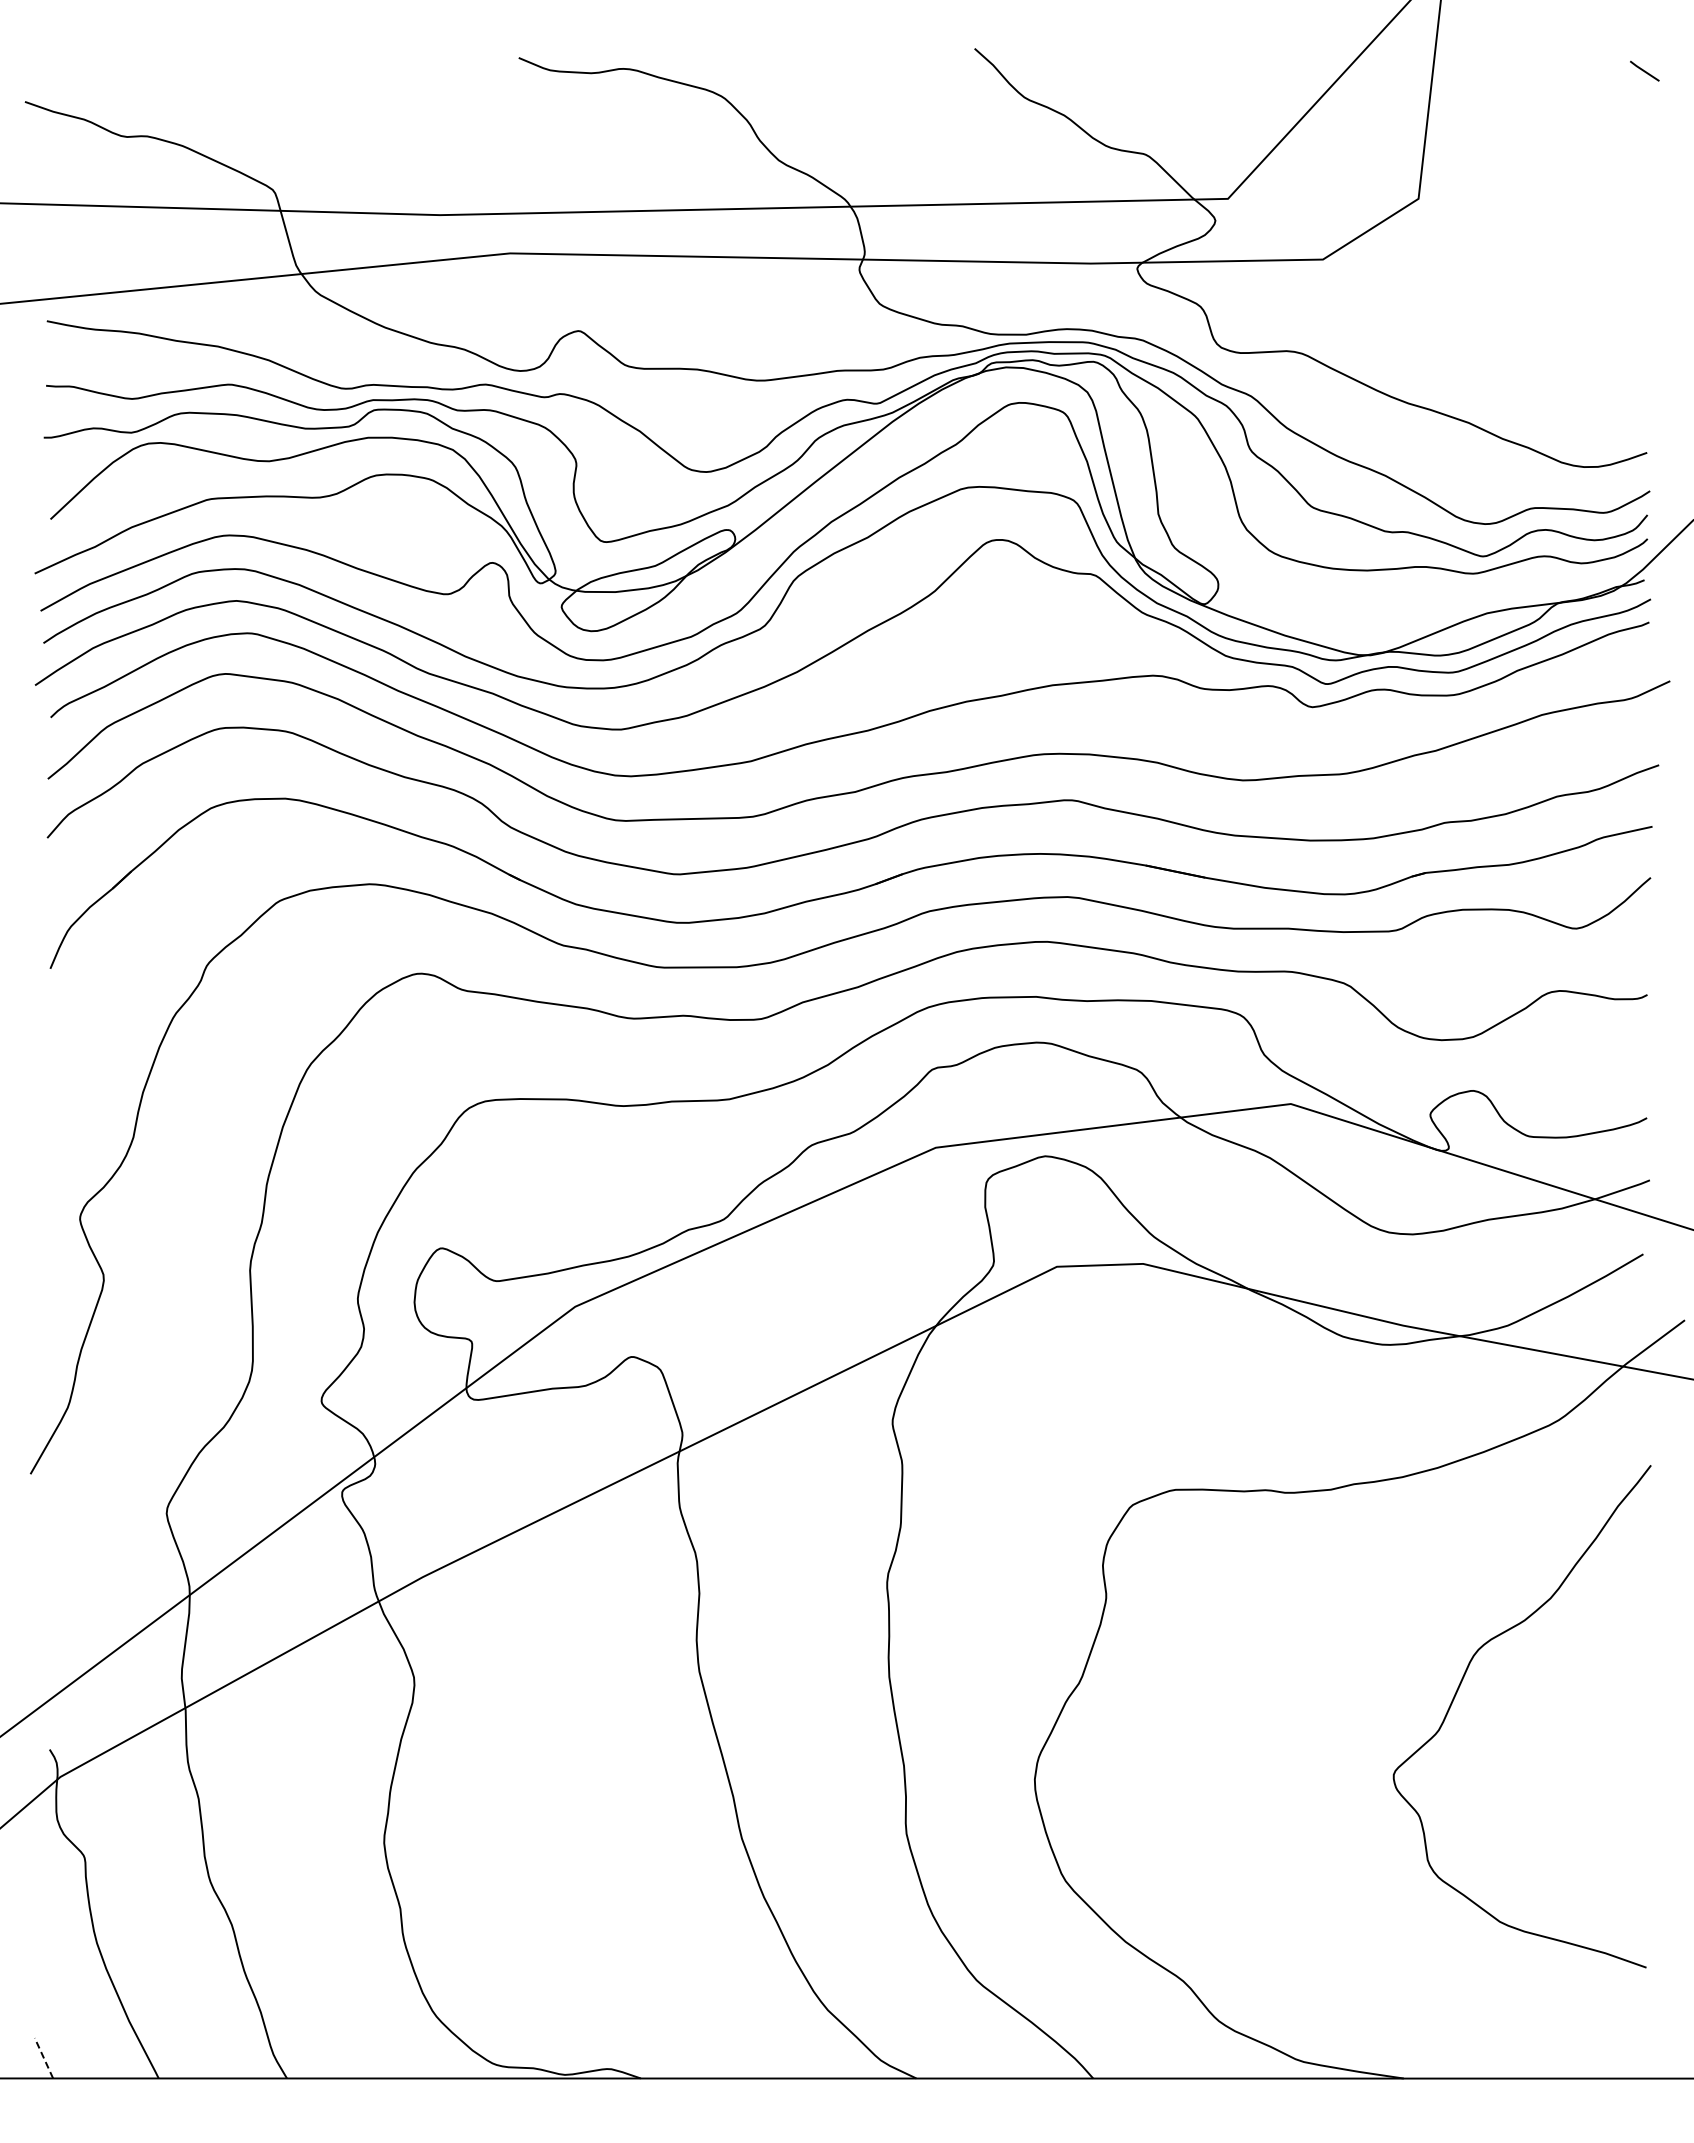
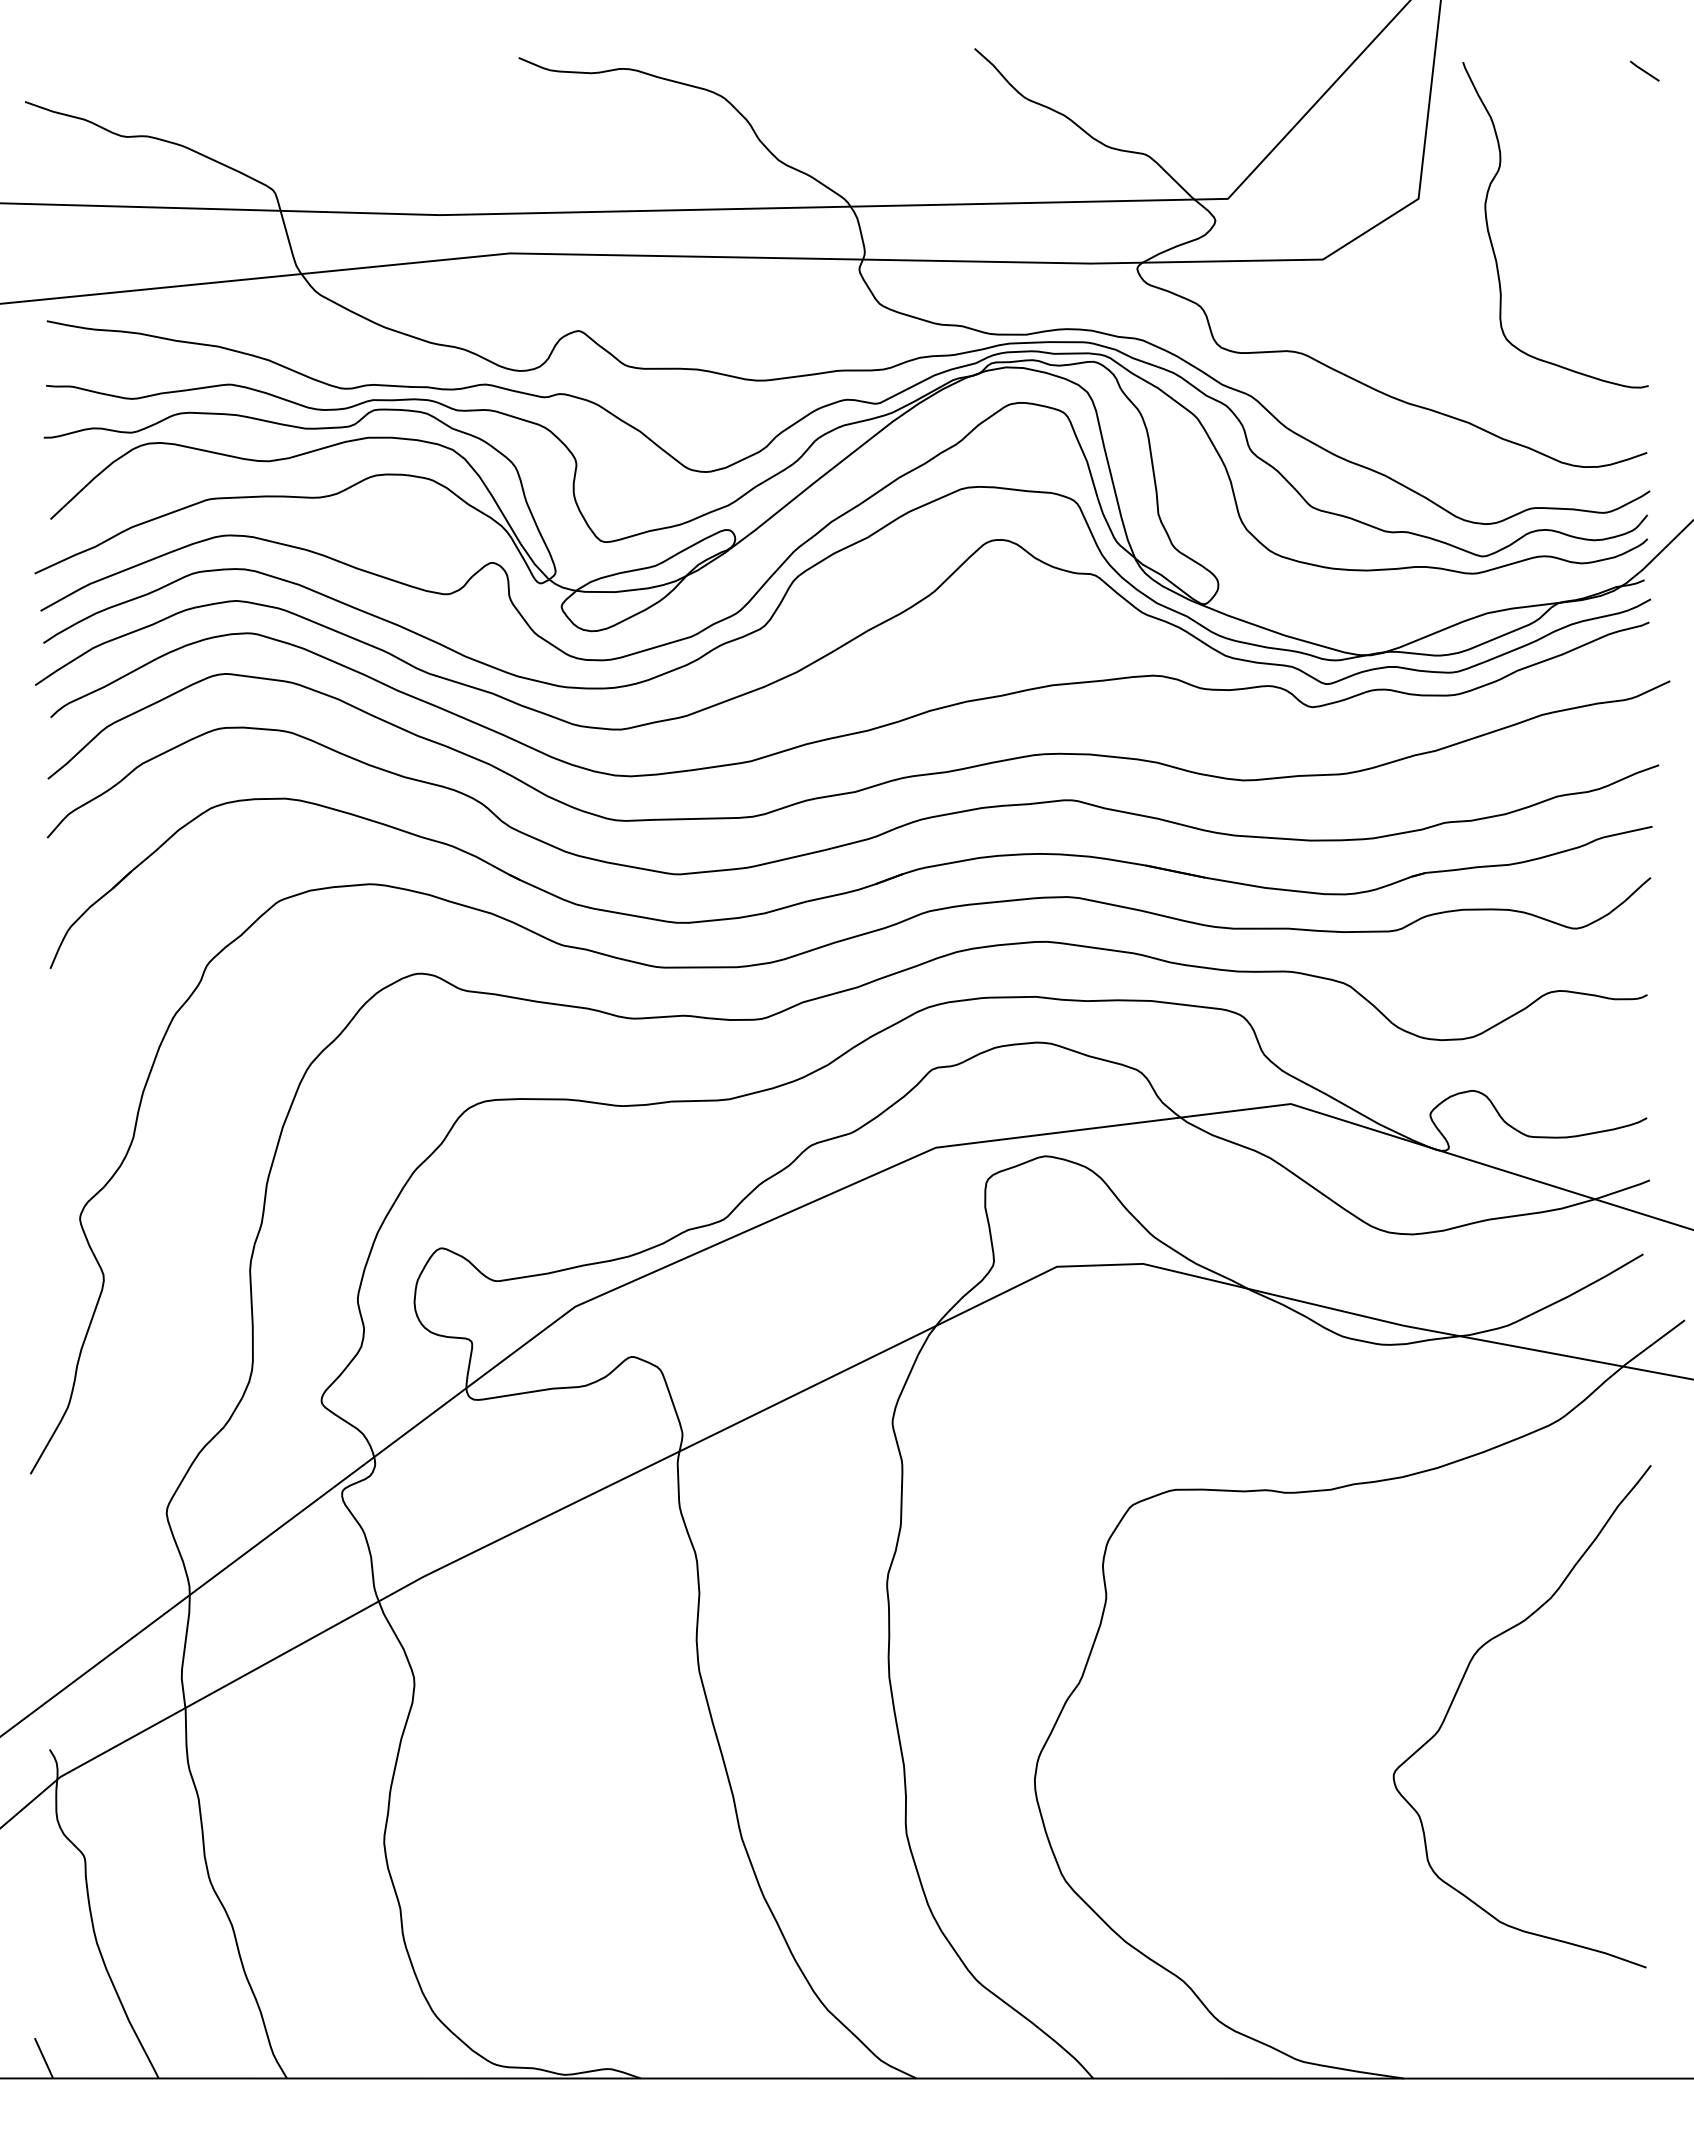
curve at (1492, 242): none -> present
line at (43, 2057): dashed -> solid
